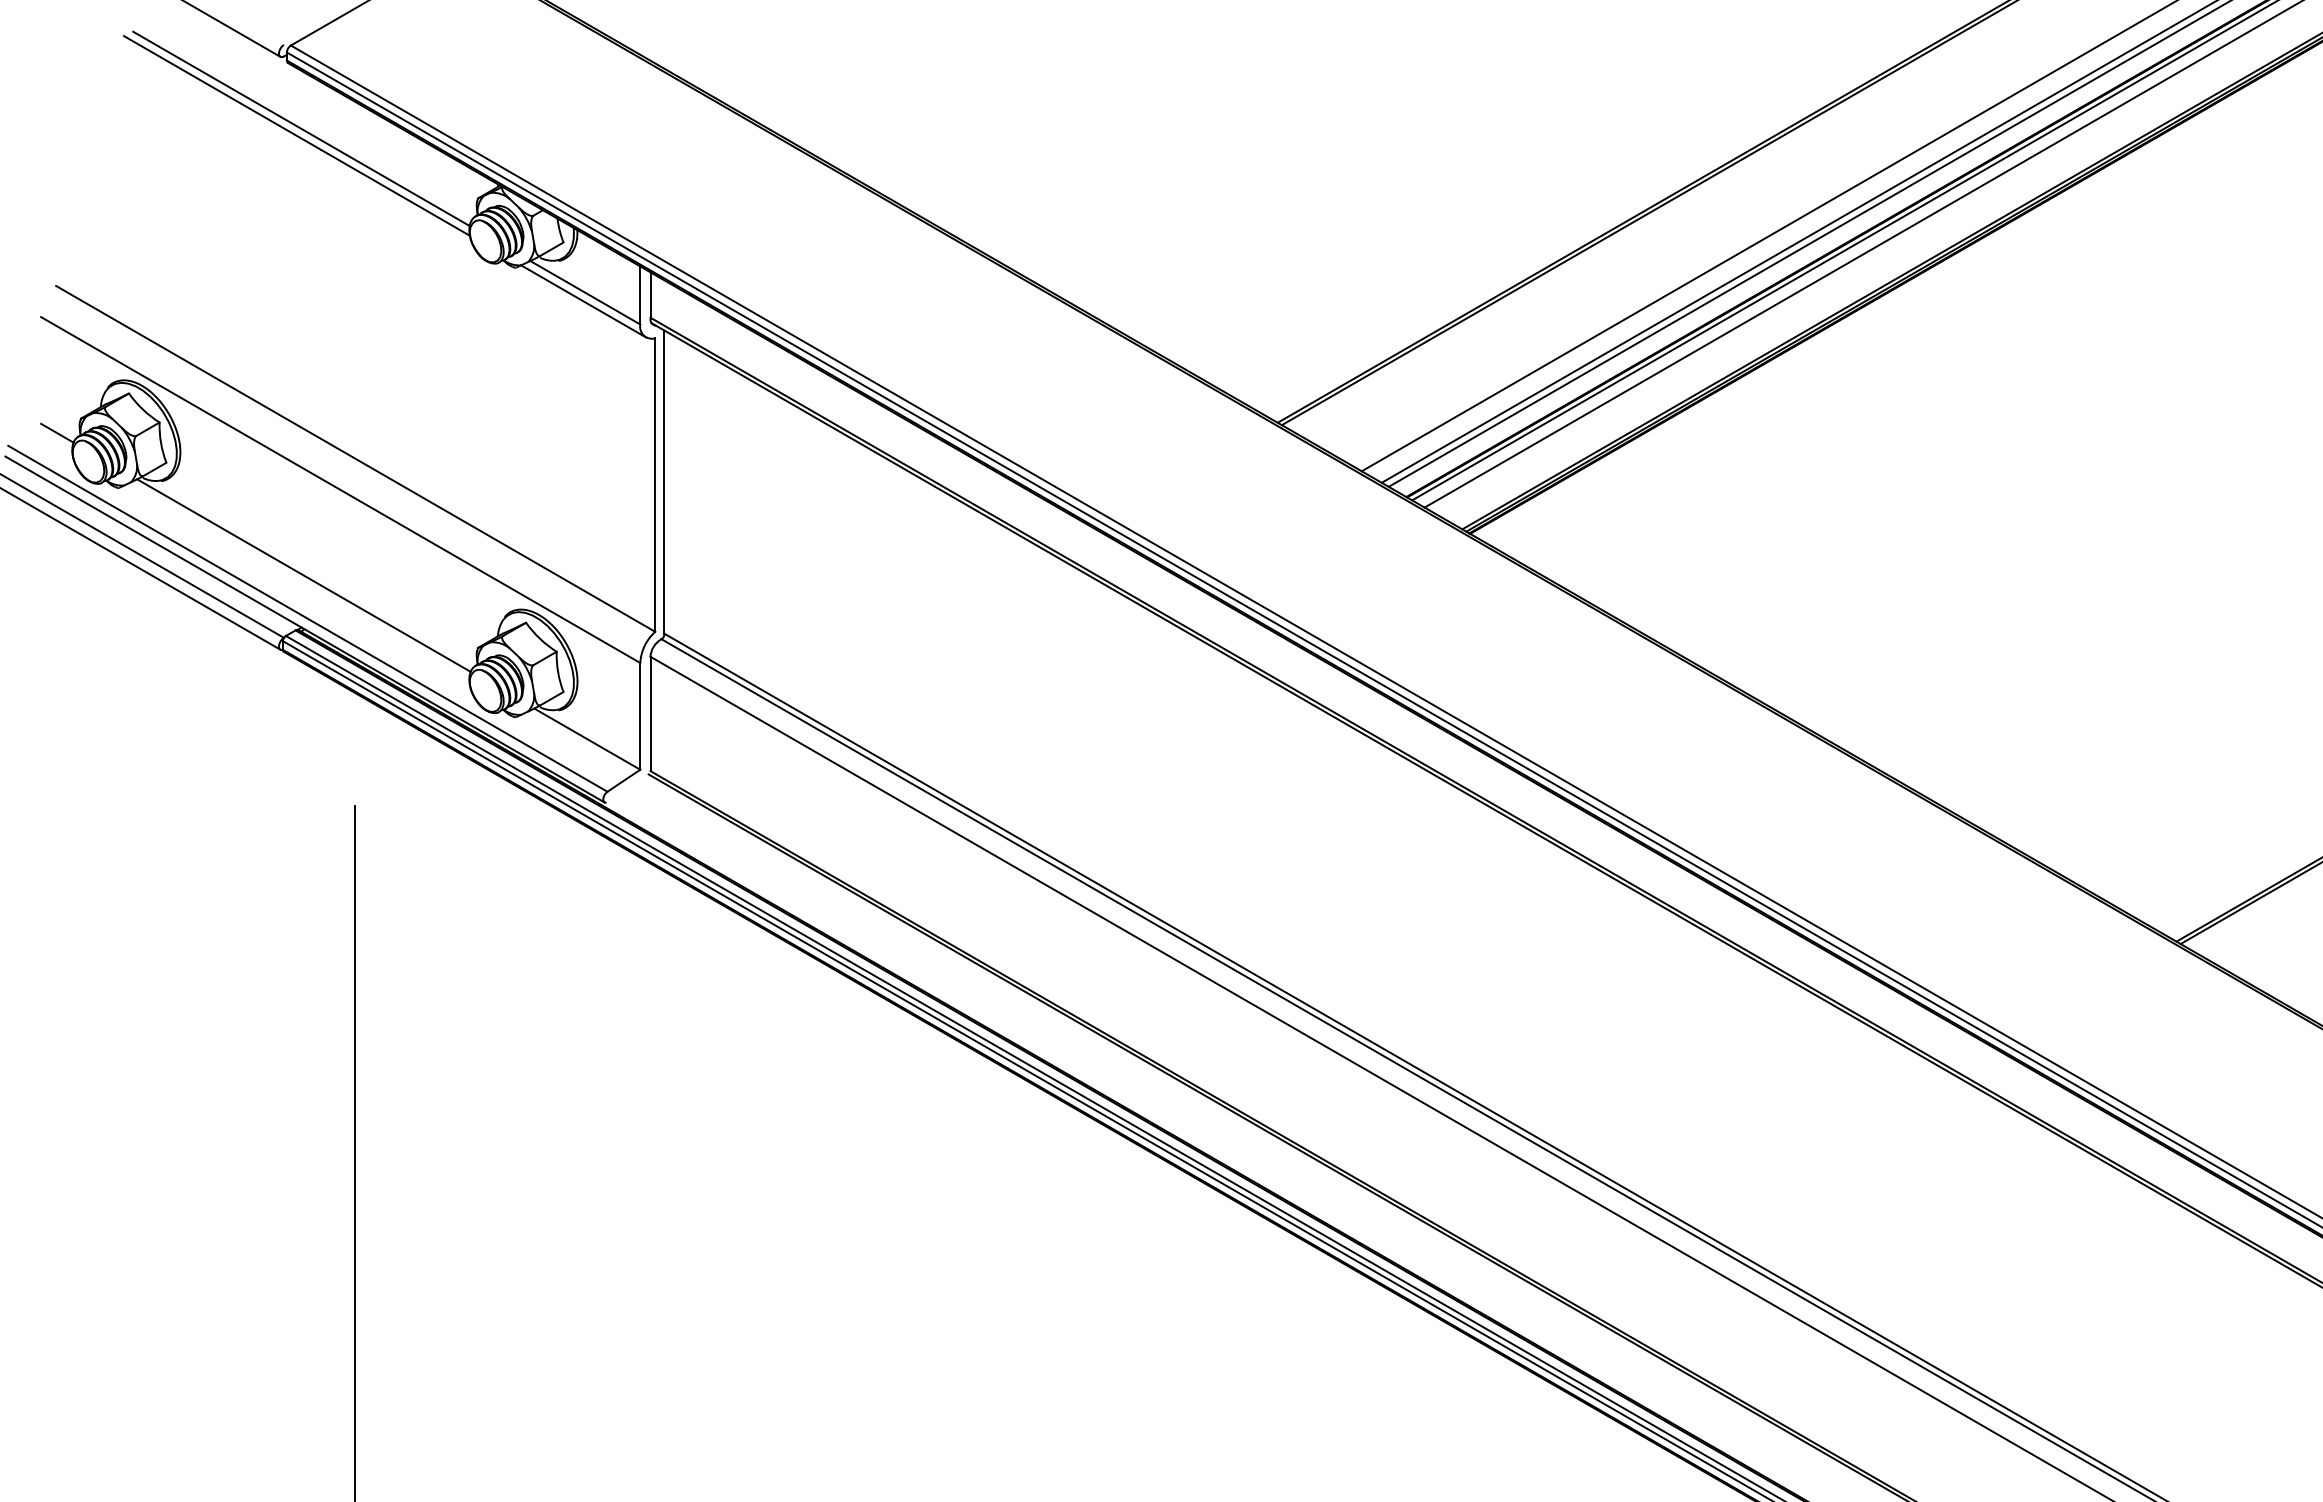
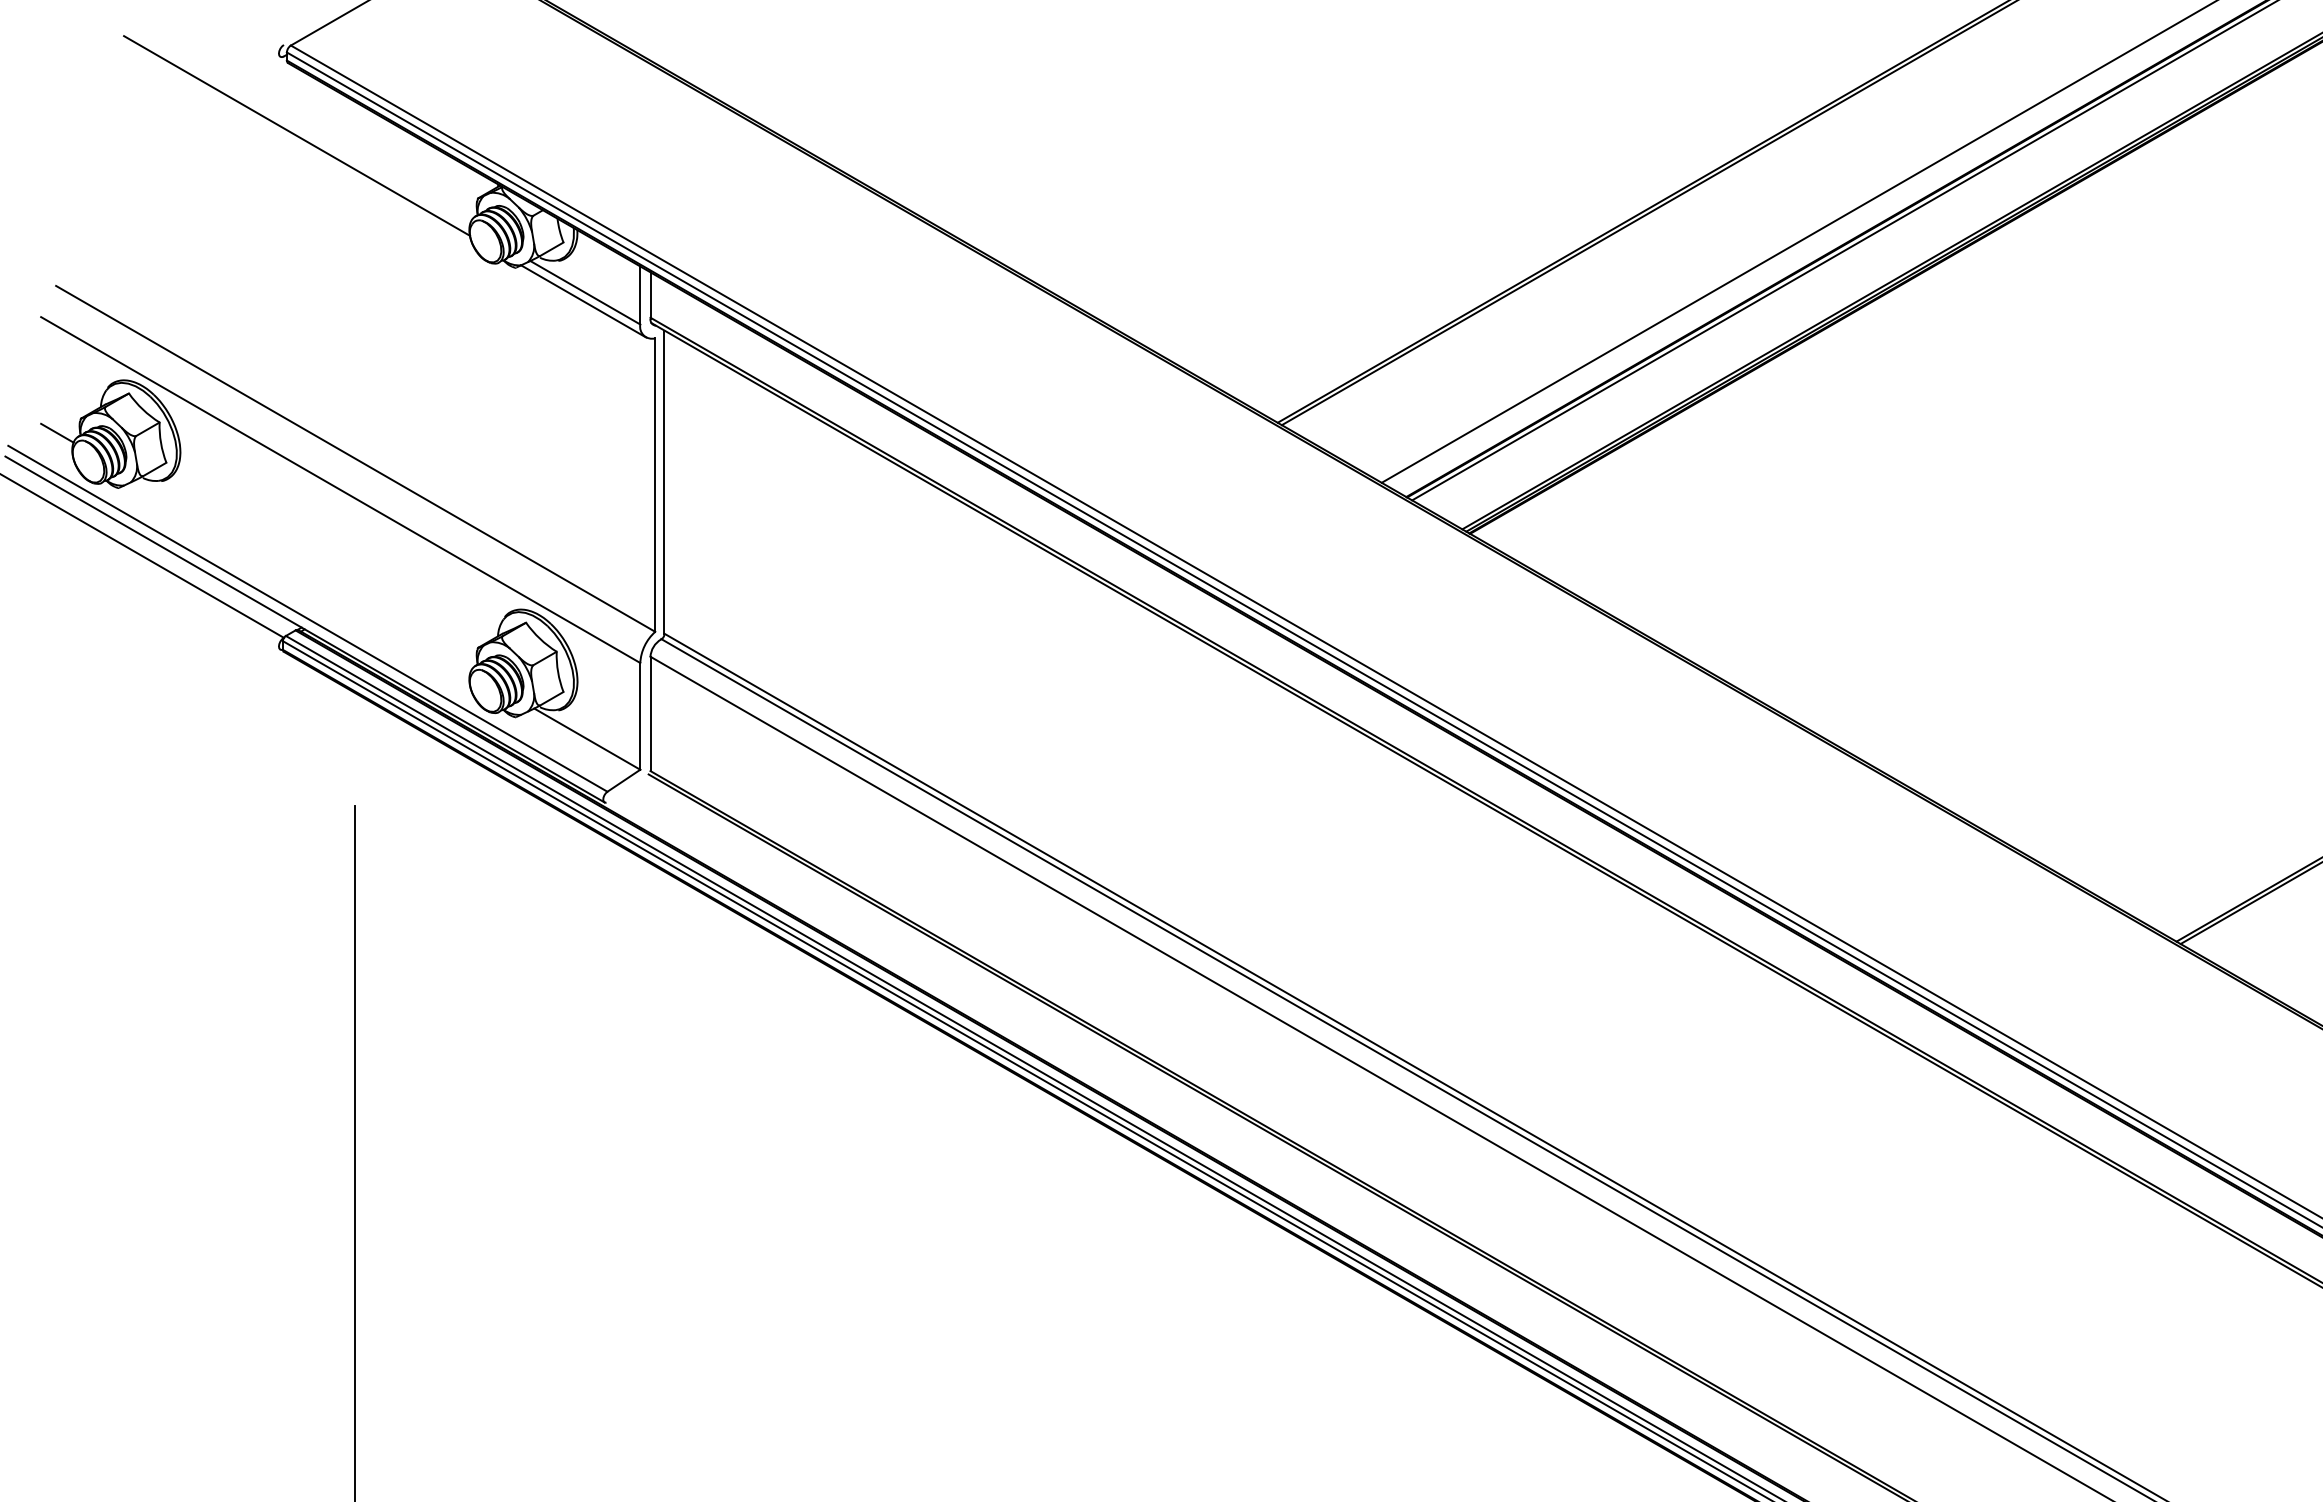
line at (232, 29): present -> none
line at (301, 128): present -> none
line at (1767, 236): present -> none
line at (1807, 244): present -> none
line at (1861, 254): present -> none
line at (141, 569): present -> none
line at (303, 575): present -> none
